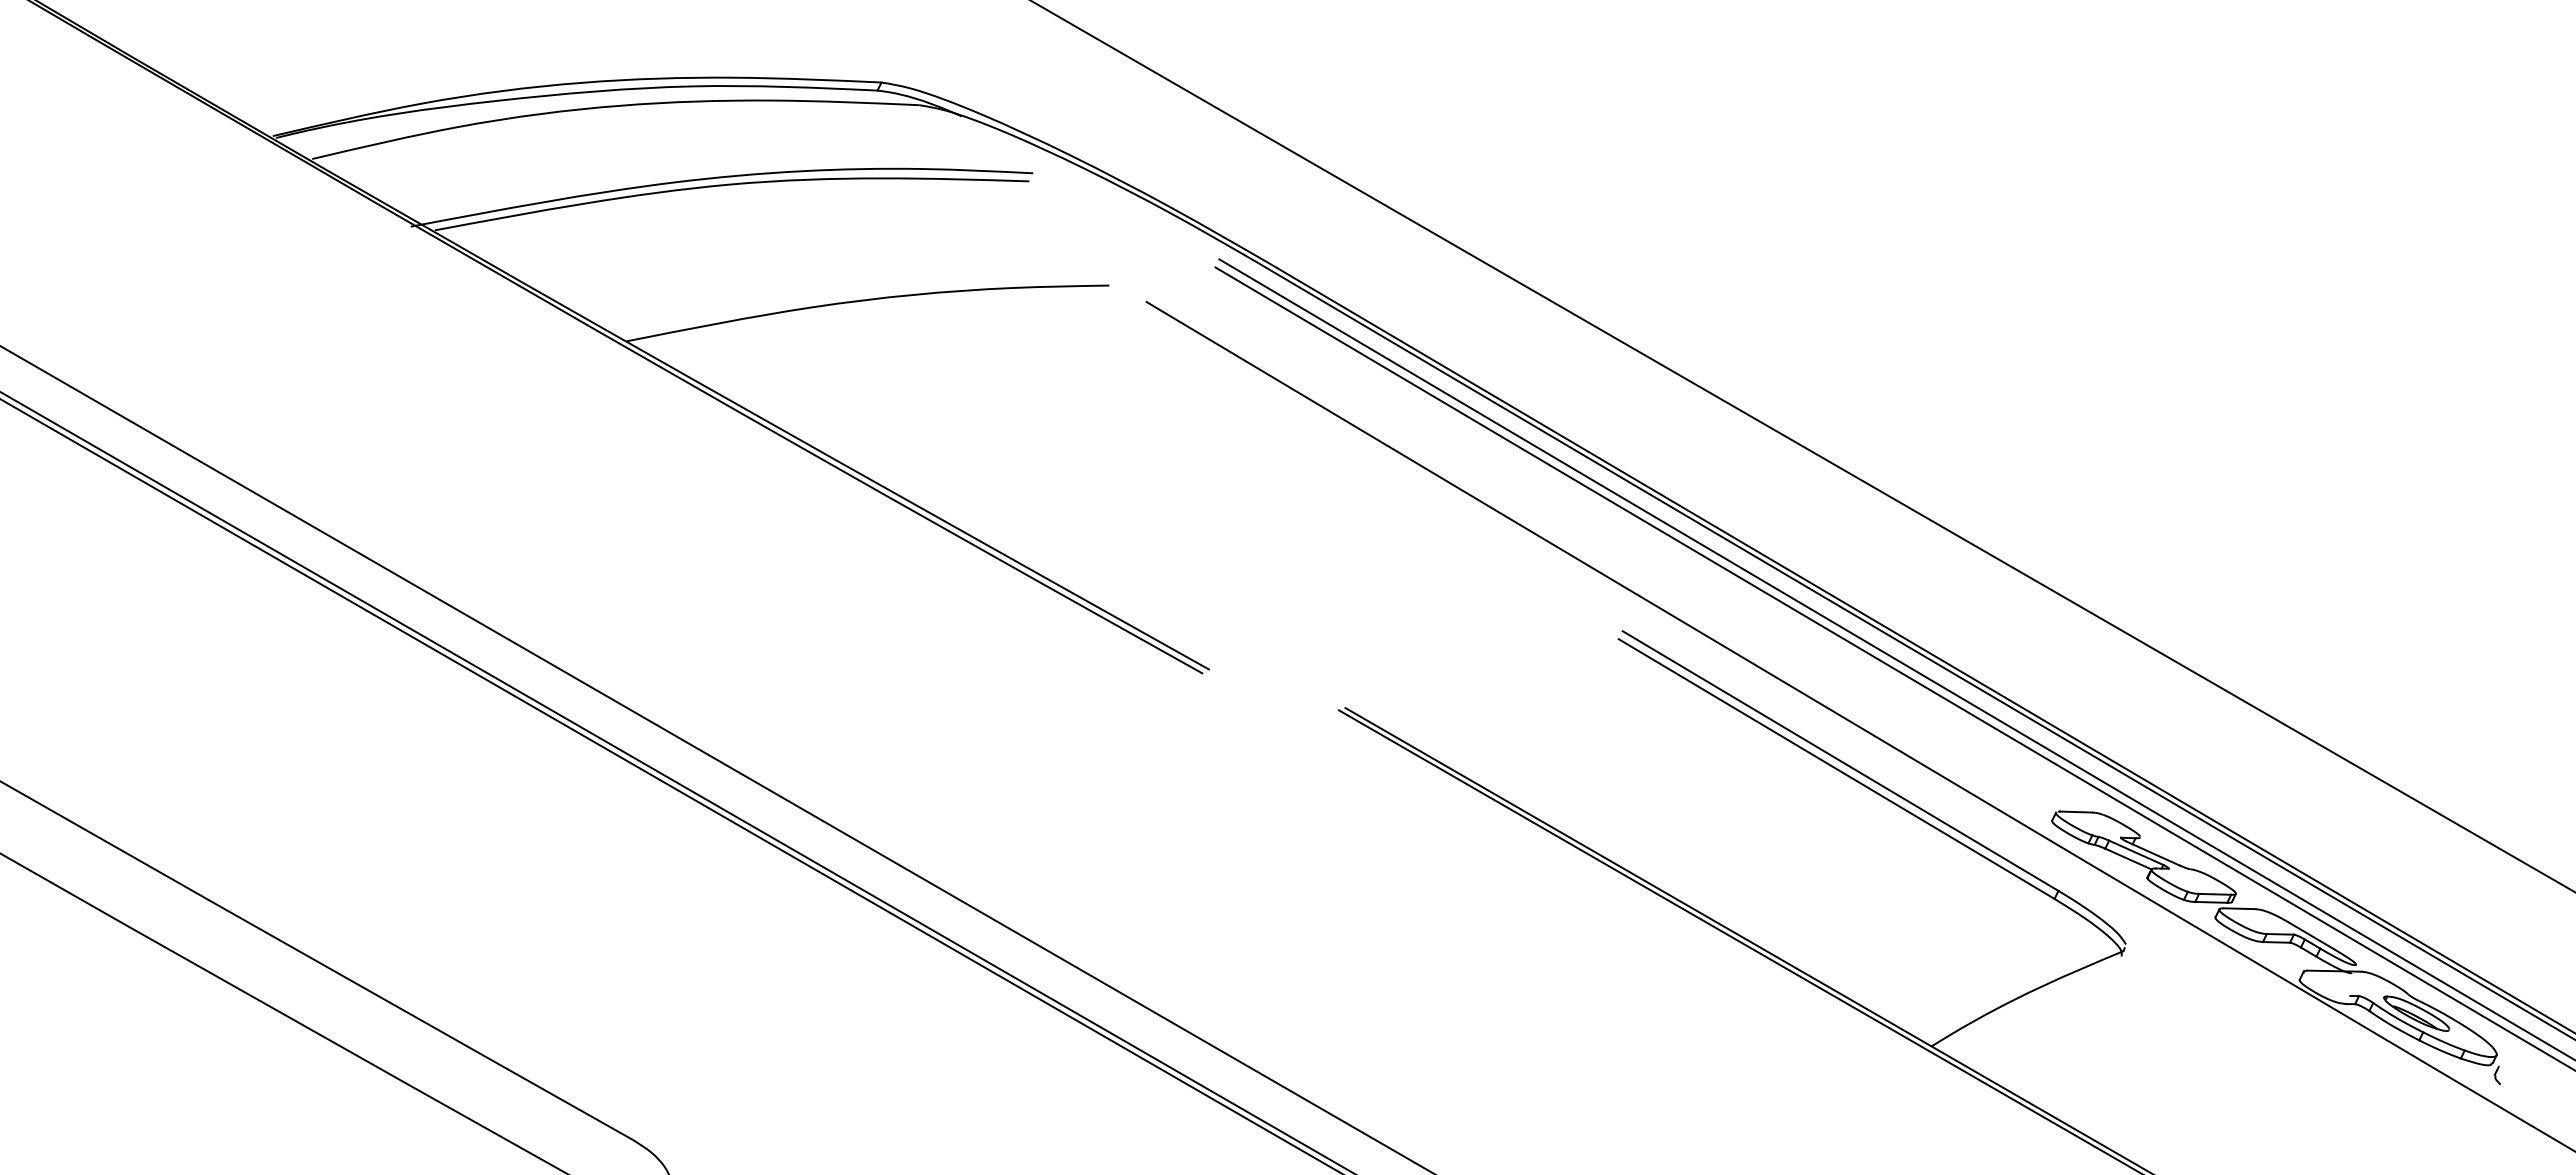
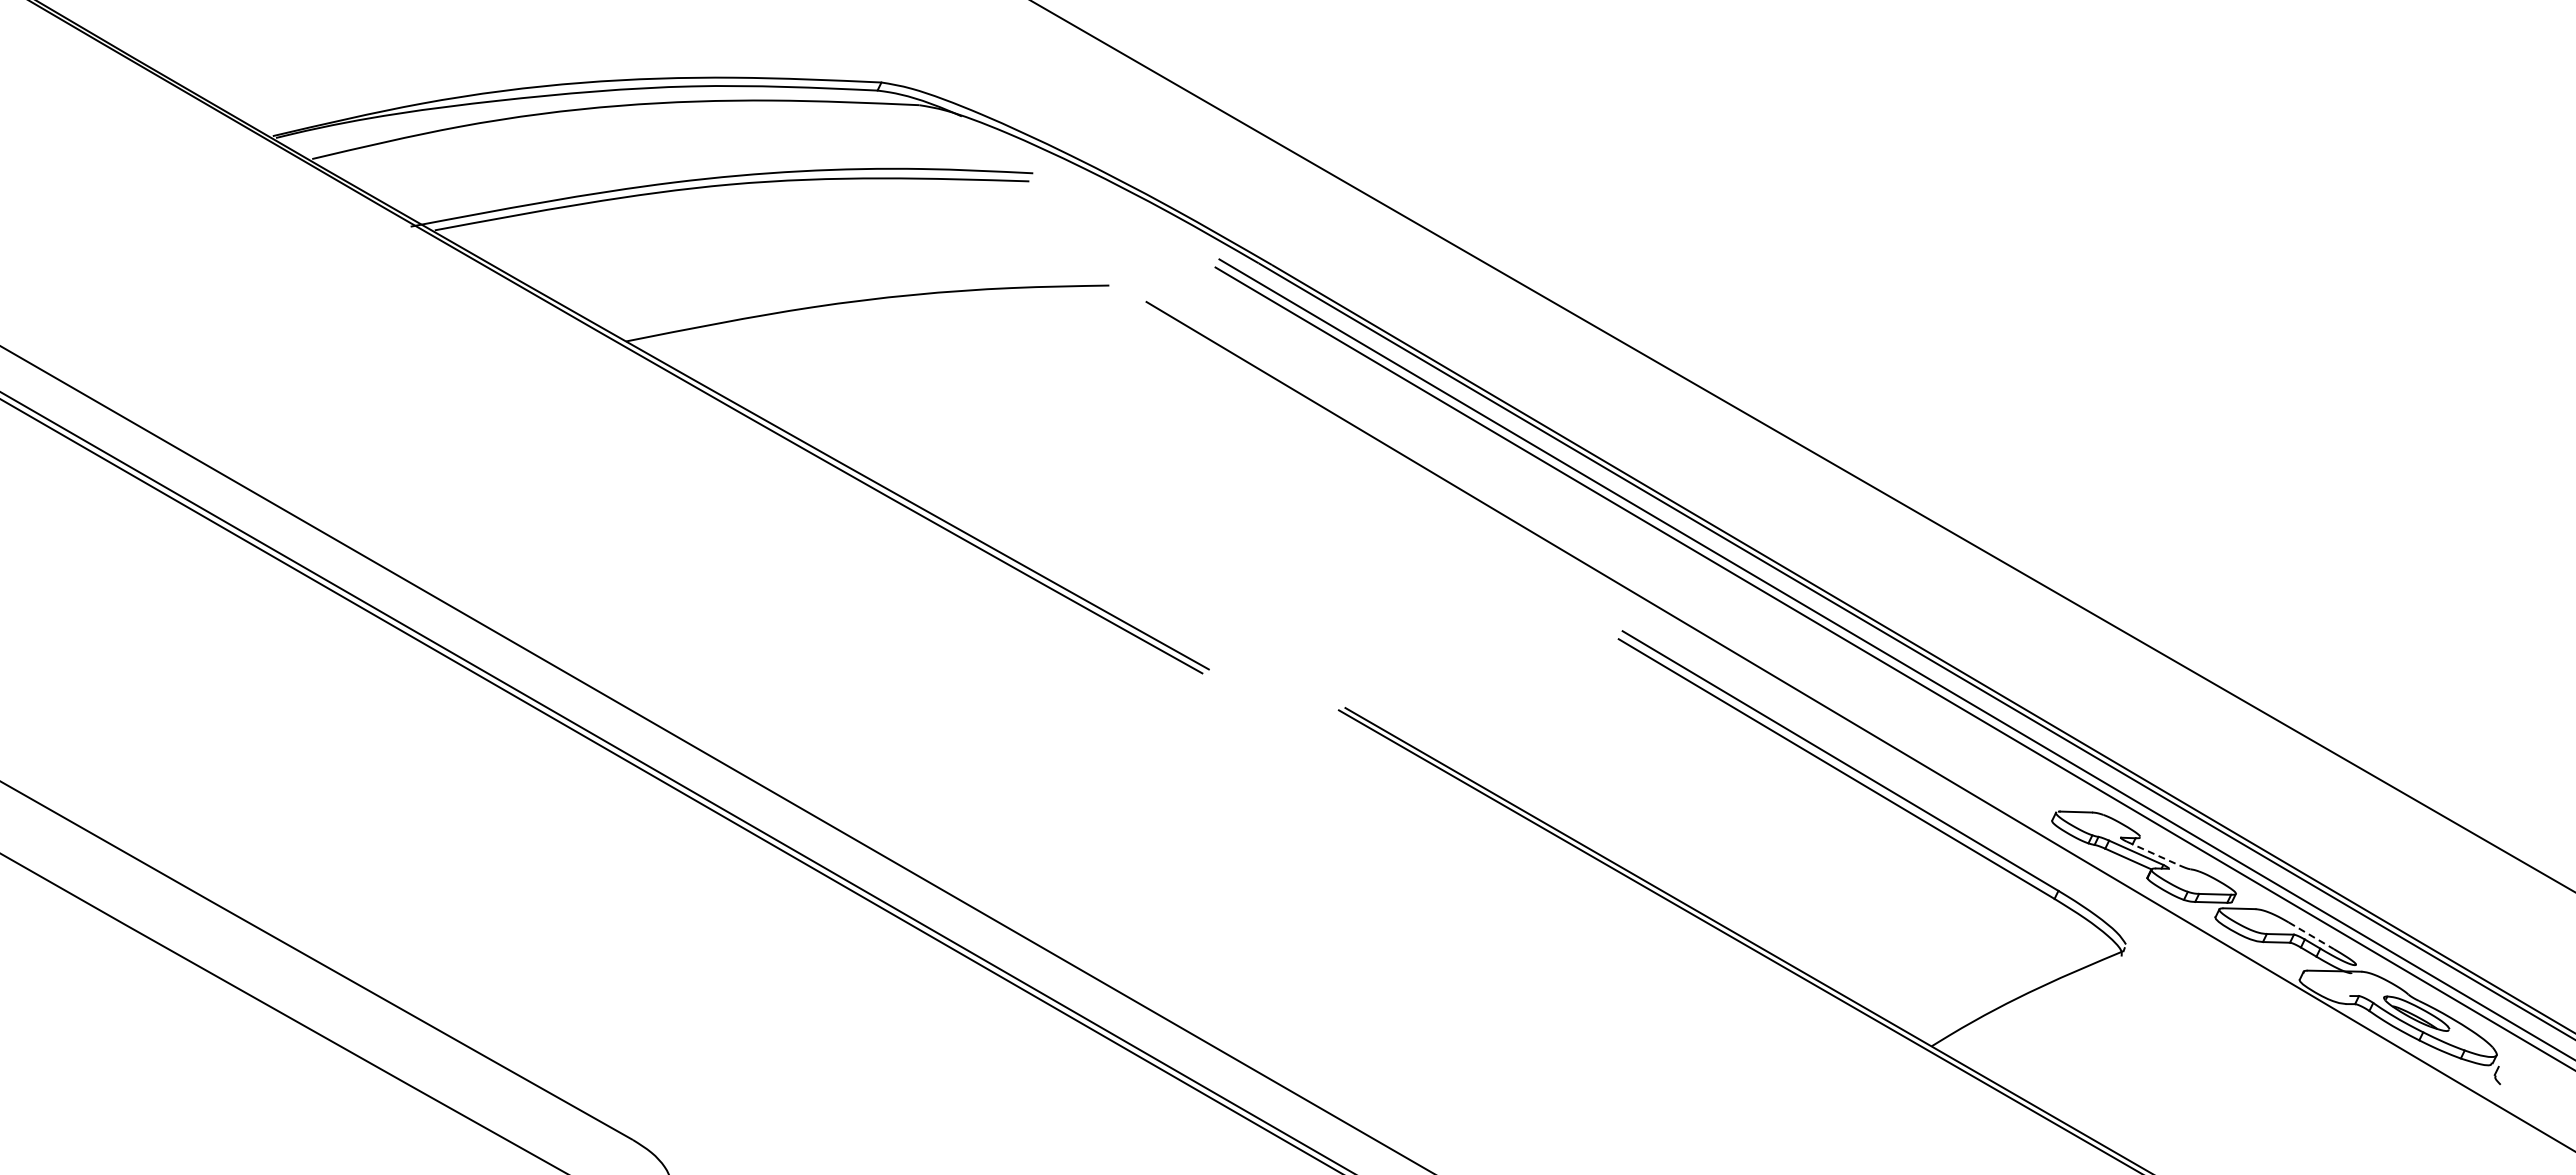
line at (2153, 853): solid -> dashed
line at (2311, 936): solid -> dashed
